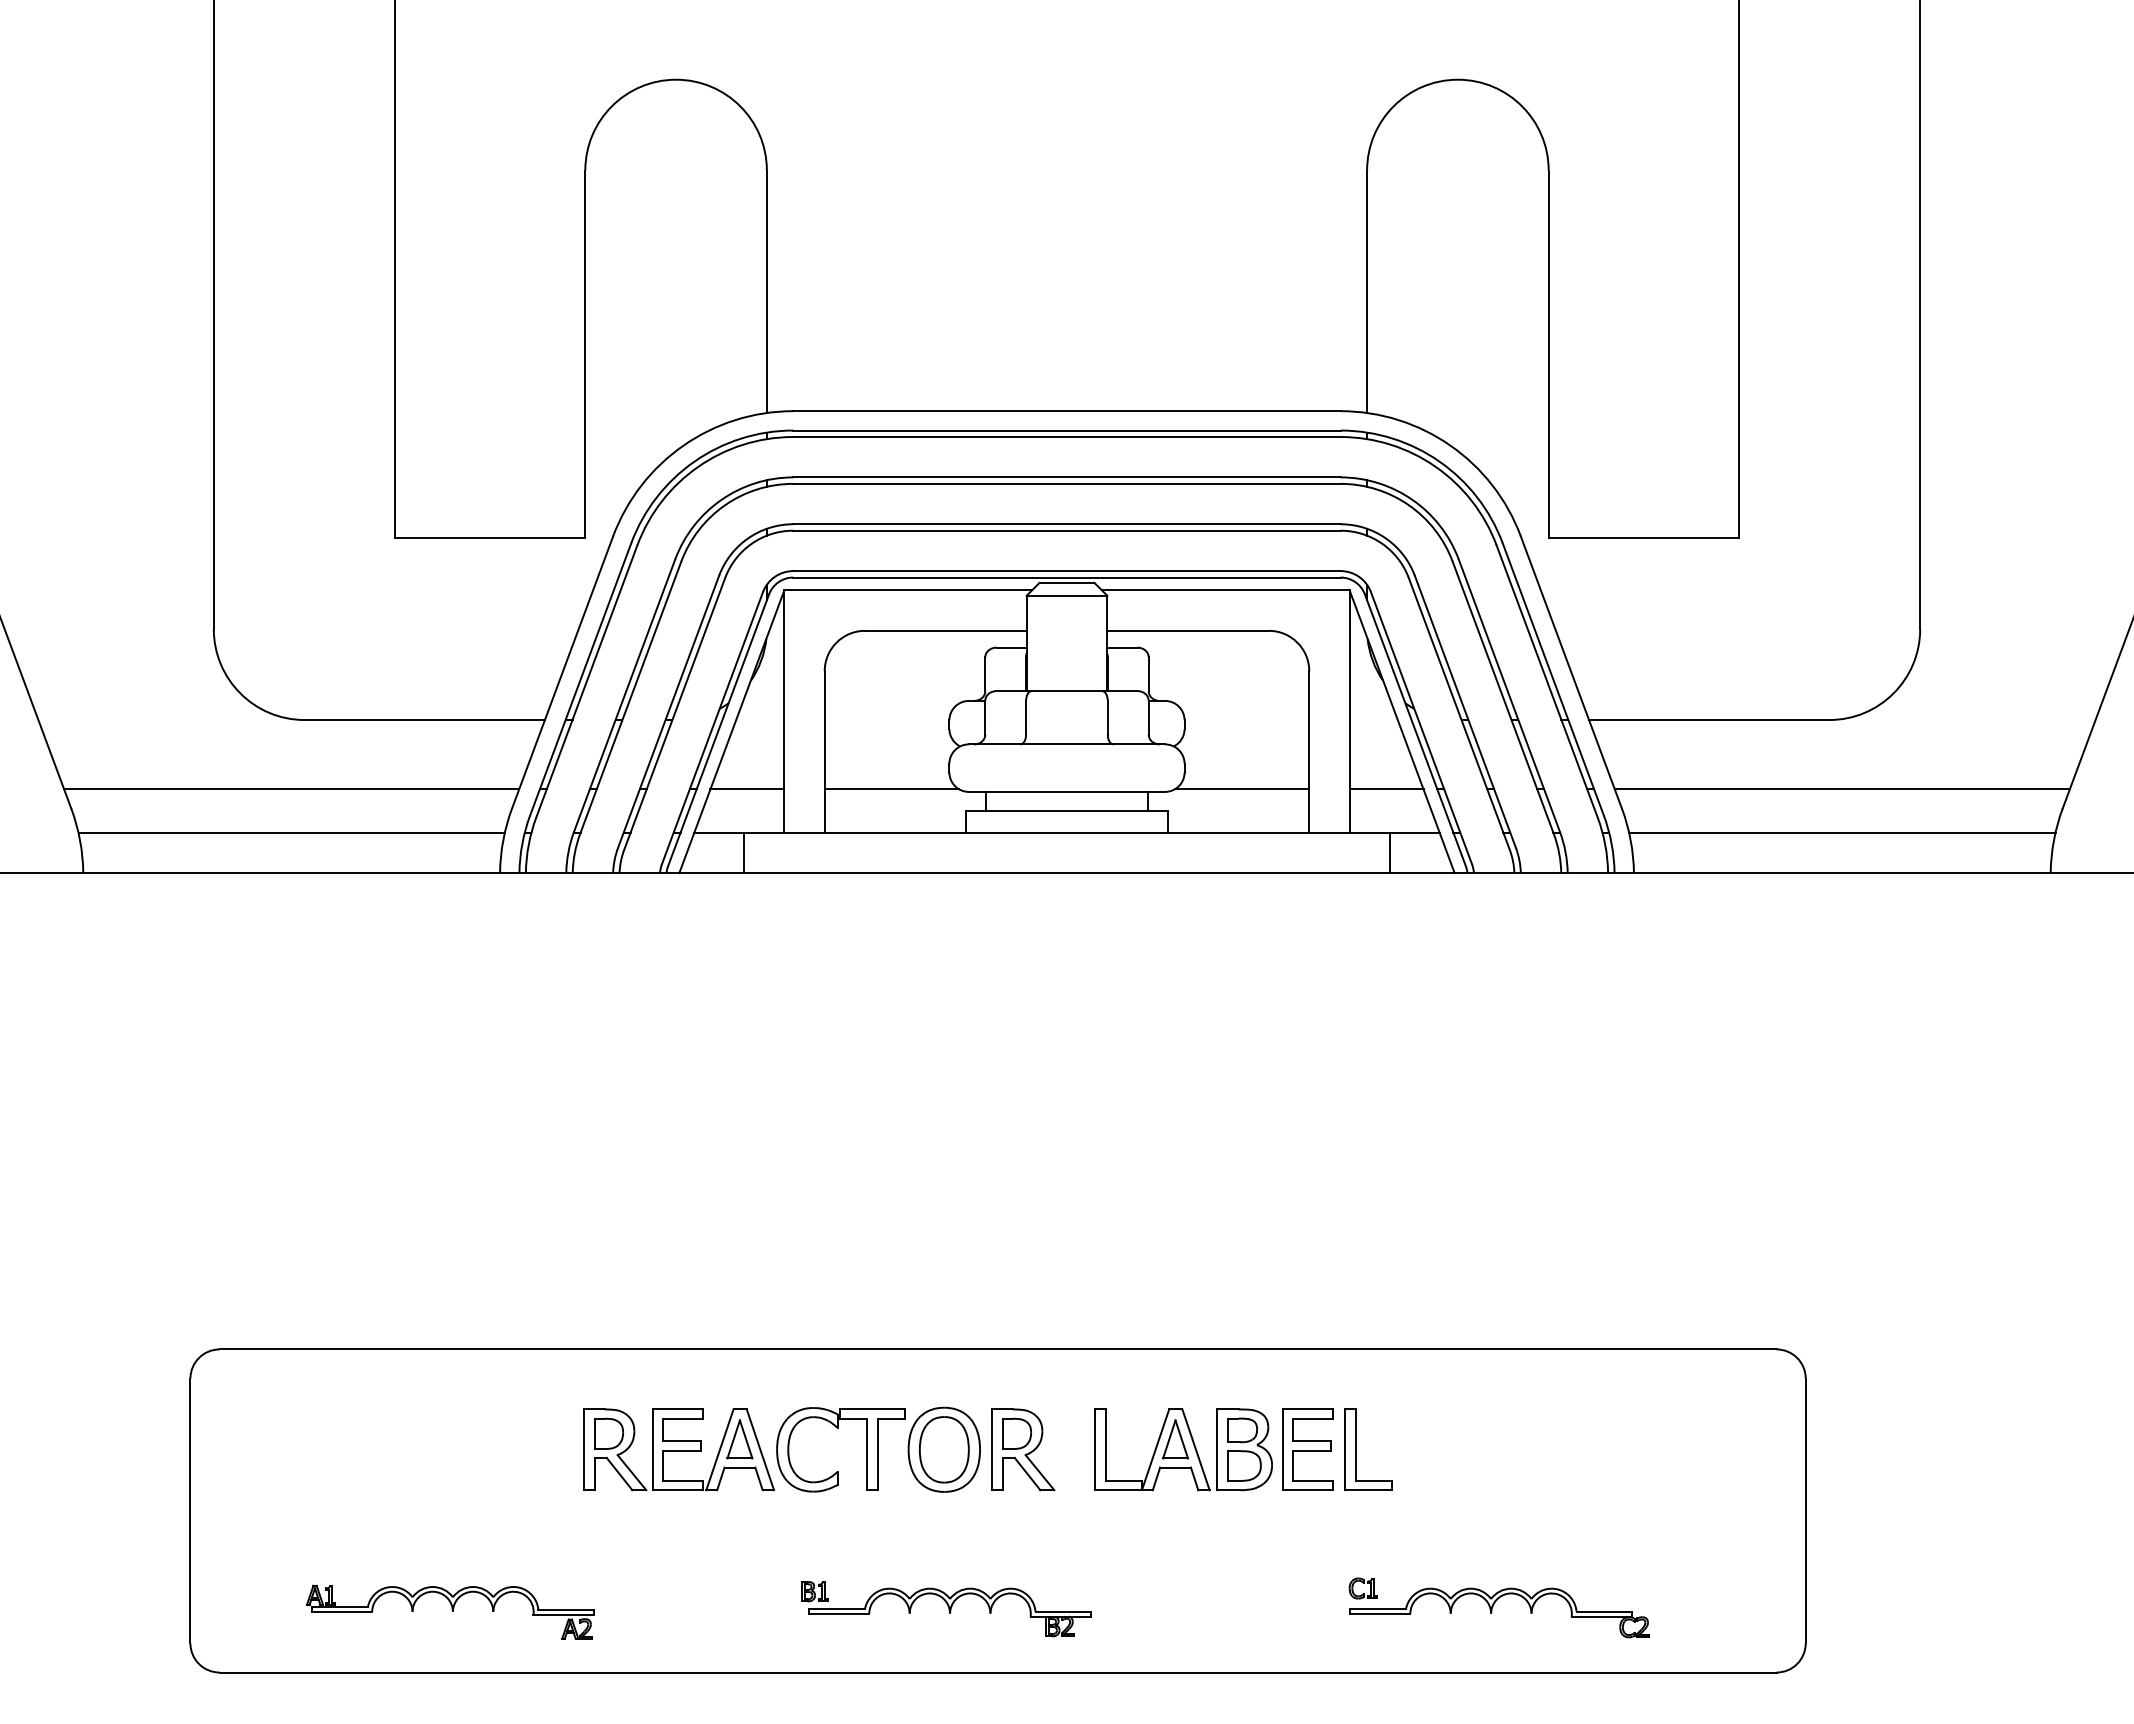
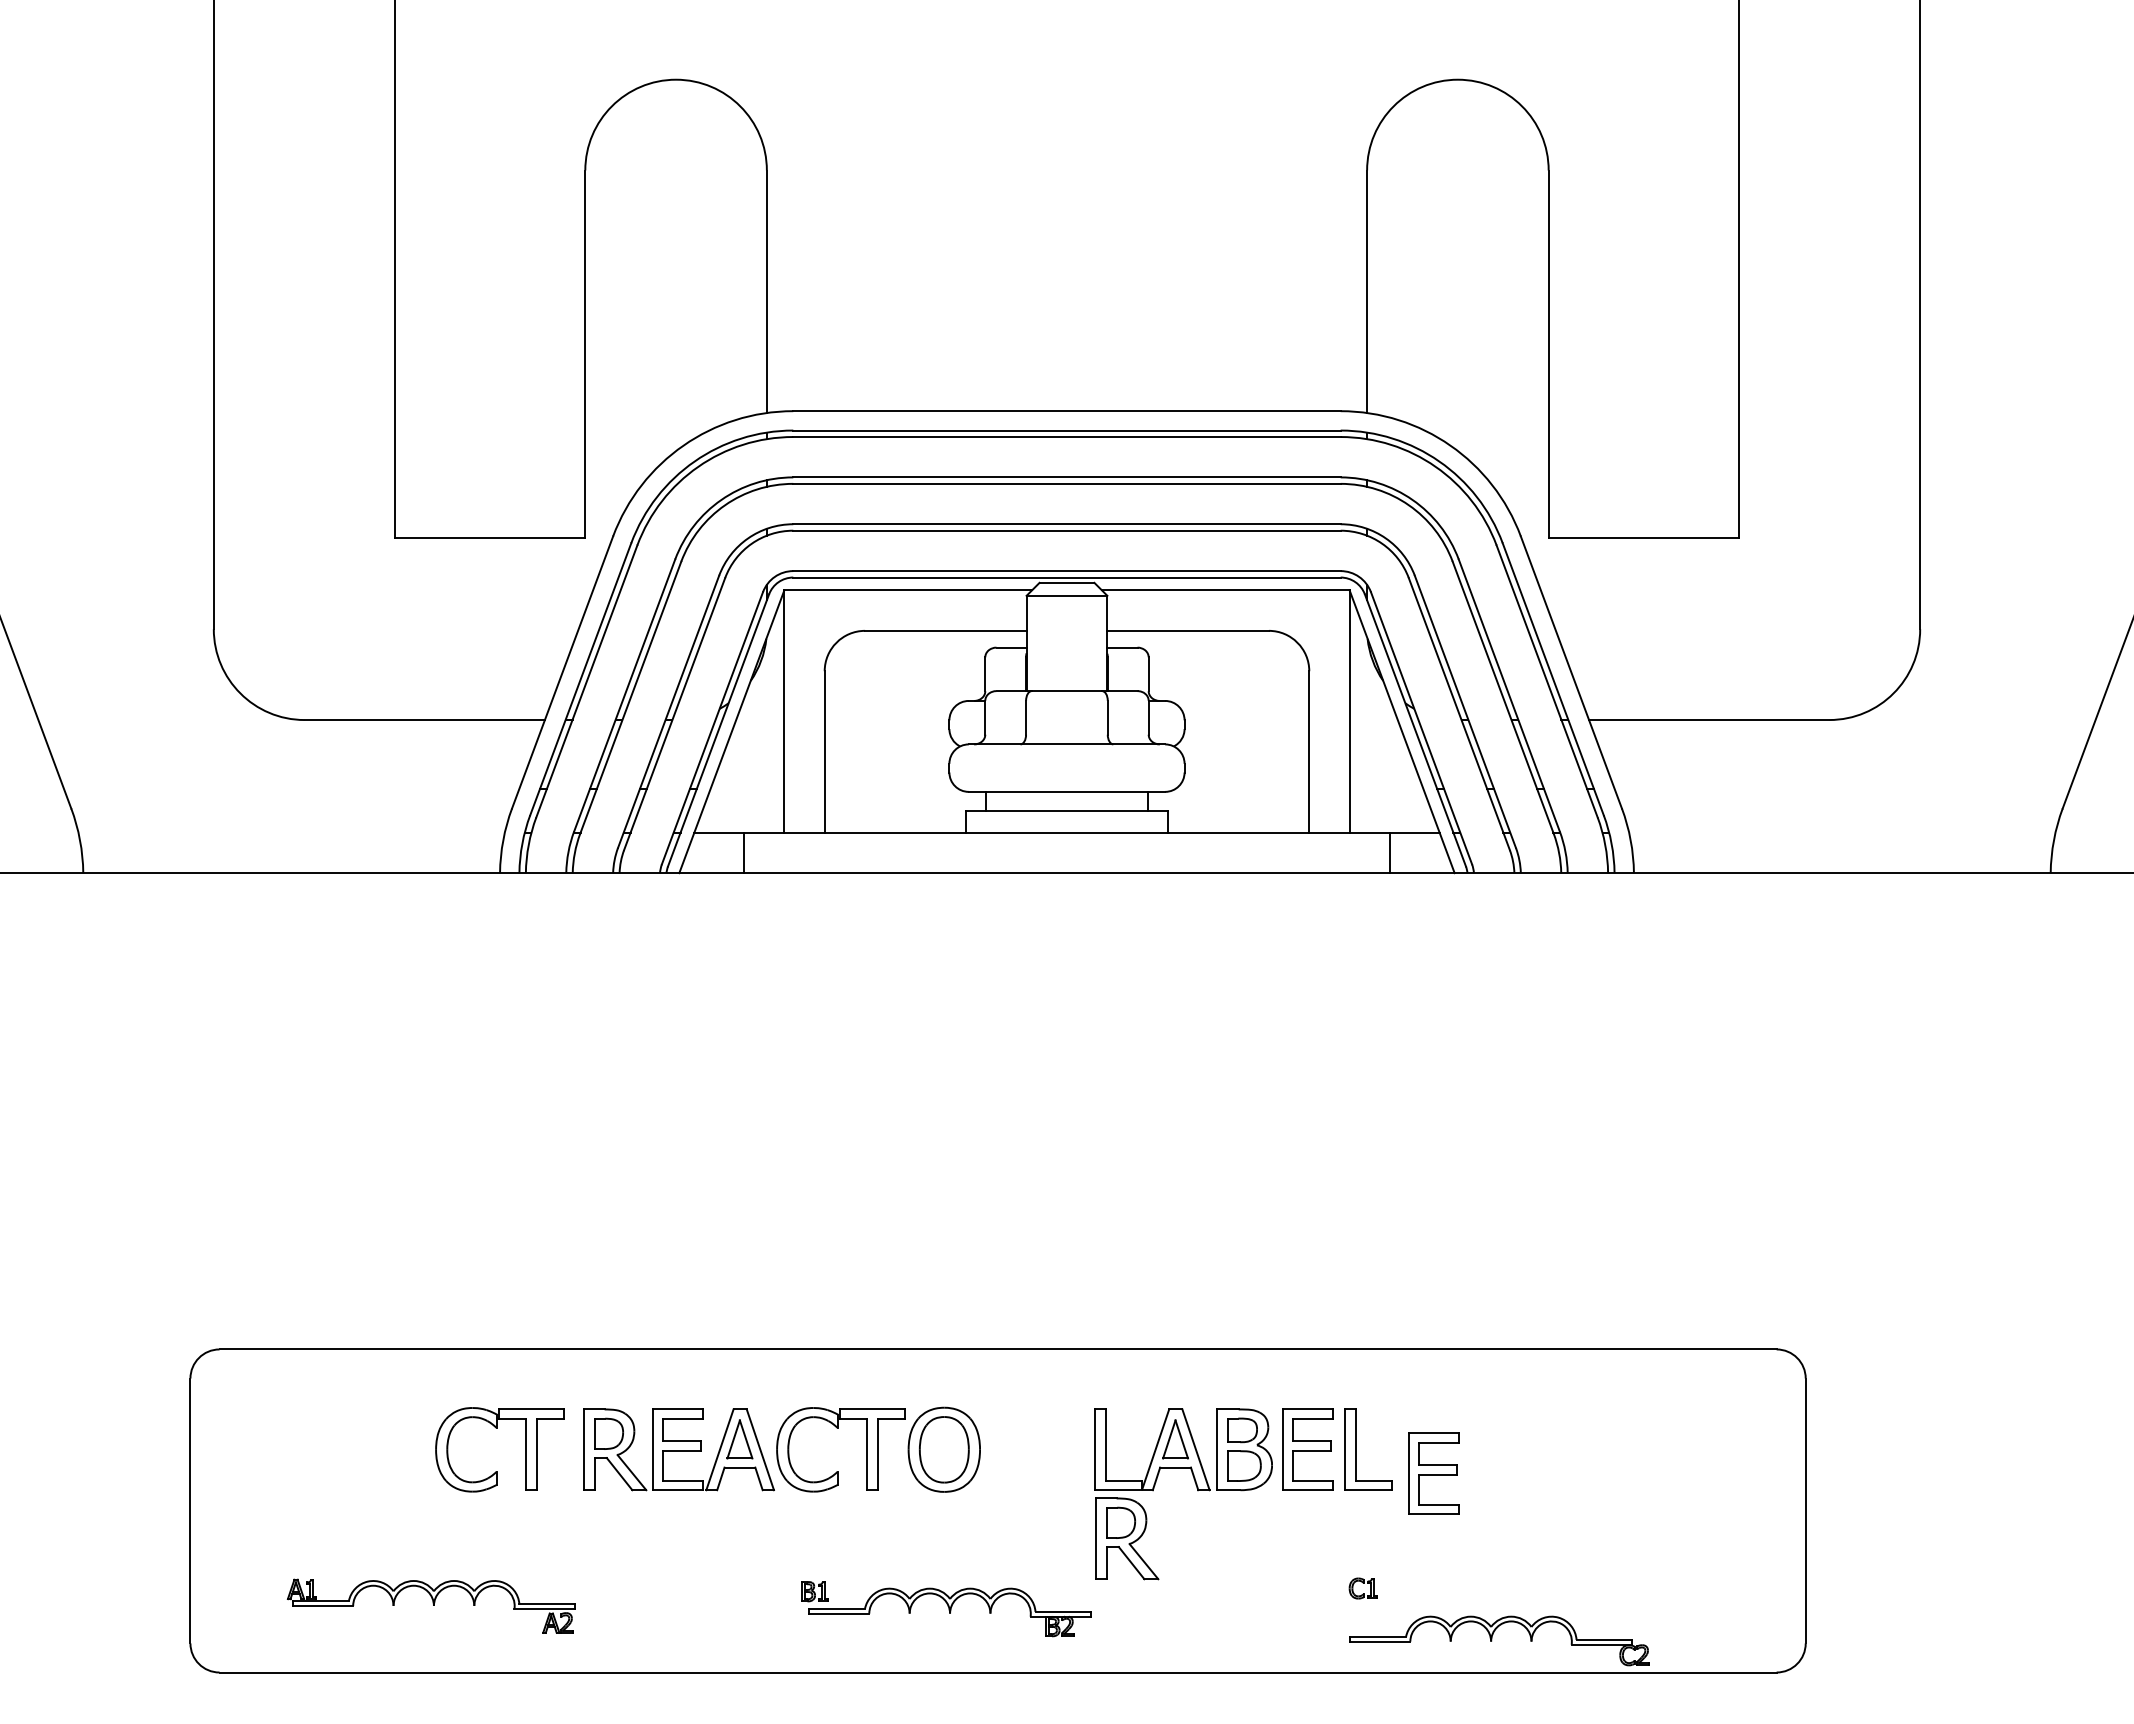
line at (291, 789): present -> none
line at (747, 789): present -> none
line at (891, 789): present -> none
line at (1241, 789): present -> none
line at (1386, 789): present -> none
line at (1841, 789): present -> none
line at (291, 832): present -> none
line at (1842, 832): present -> none
part at (497, 1428): none -> present
part at (1023, 1449) position: (1023, 1449) -> (1127, 1538)
part at (1433, 1473): none -> present
part at (449, 1611) position: (449, 1611) -> (430, 1605)
part at (1492, 1612) position: (1492, 1612) -> (1492, 1640)
